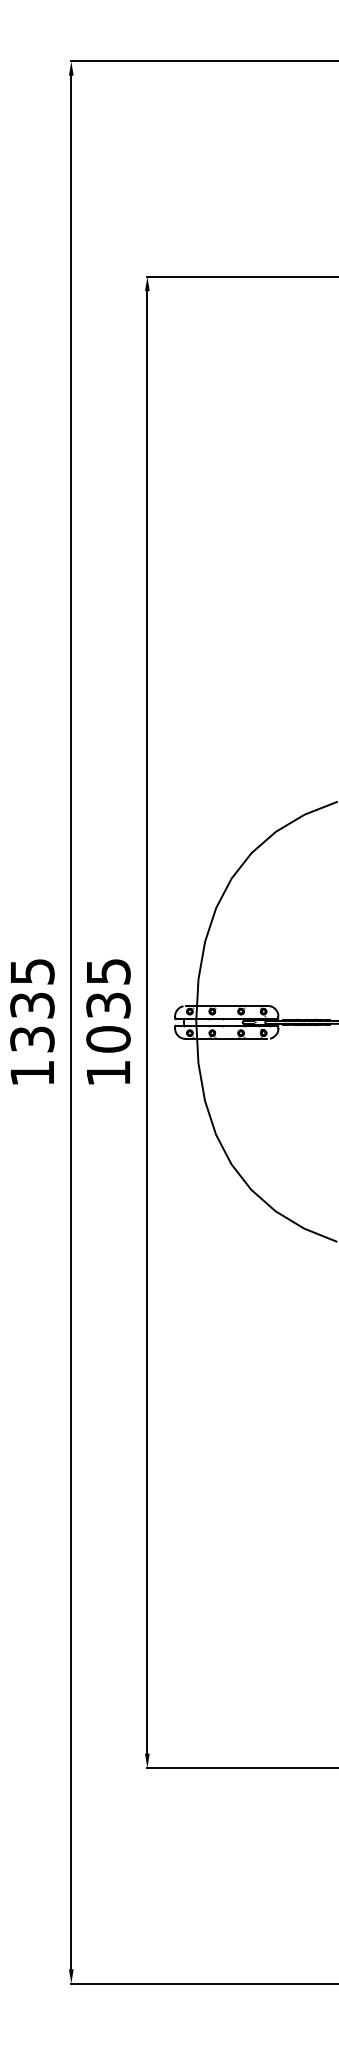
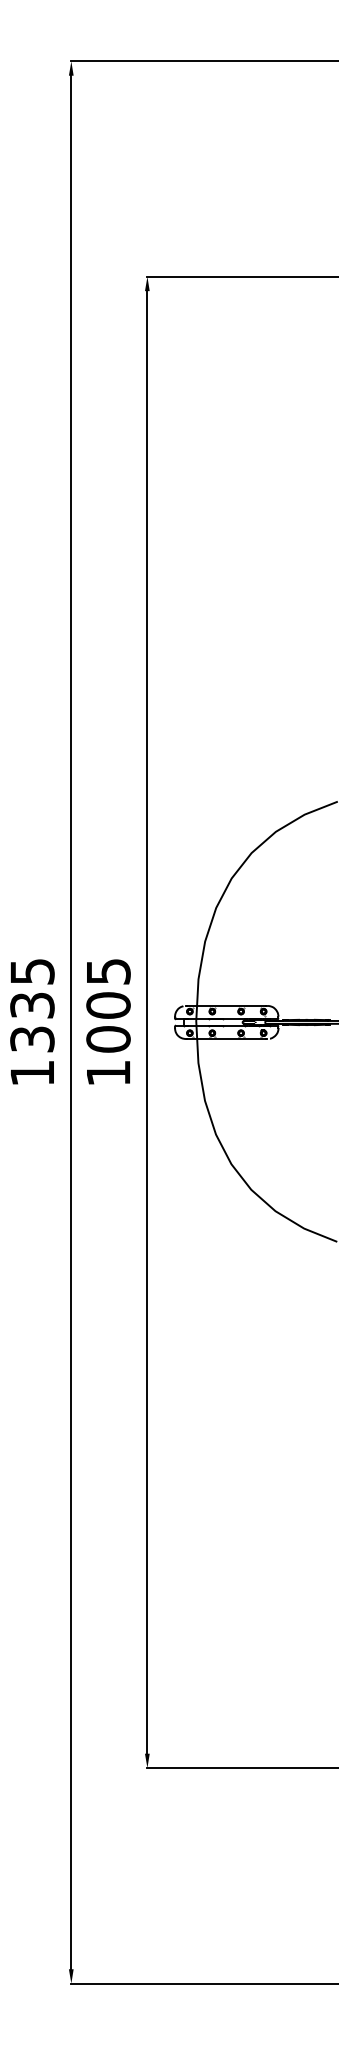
text at (108, 1005): 1035 -> 1005
